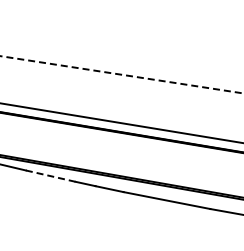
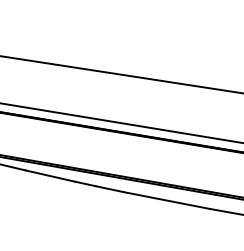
line at (121, 74): dashed -> solid
line at (51, 176): dashed -> solid
